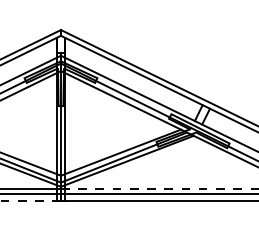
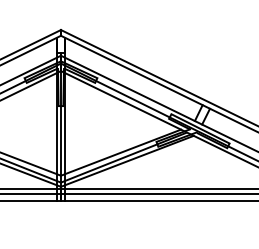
line at (159, 188): dashed -> solid
line at (31, 200): dashed -> solid
